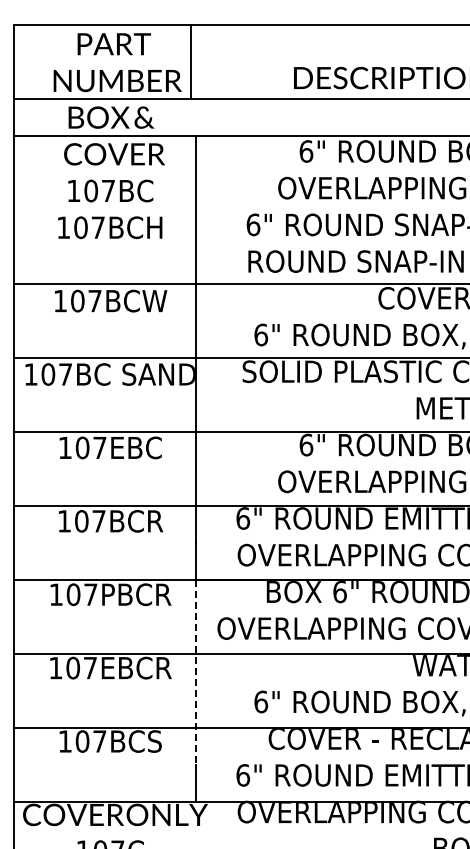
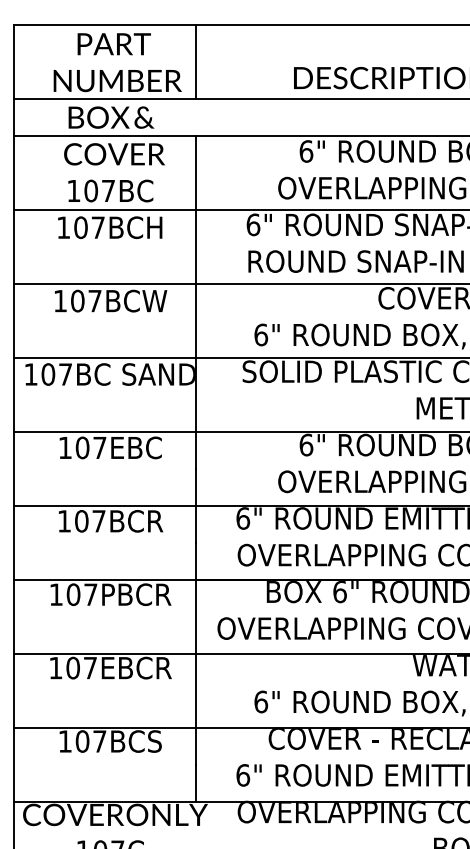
line at (191, 62) position: (191, 62) -> (196, 62)
line at (239, 210): none -> present
line at (196, 672): dashed -> solid
